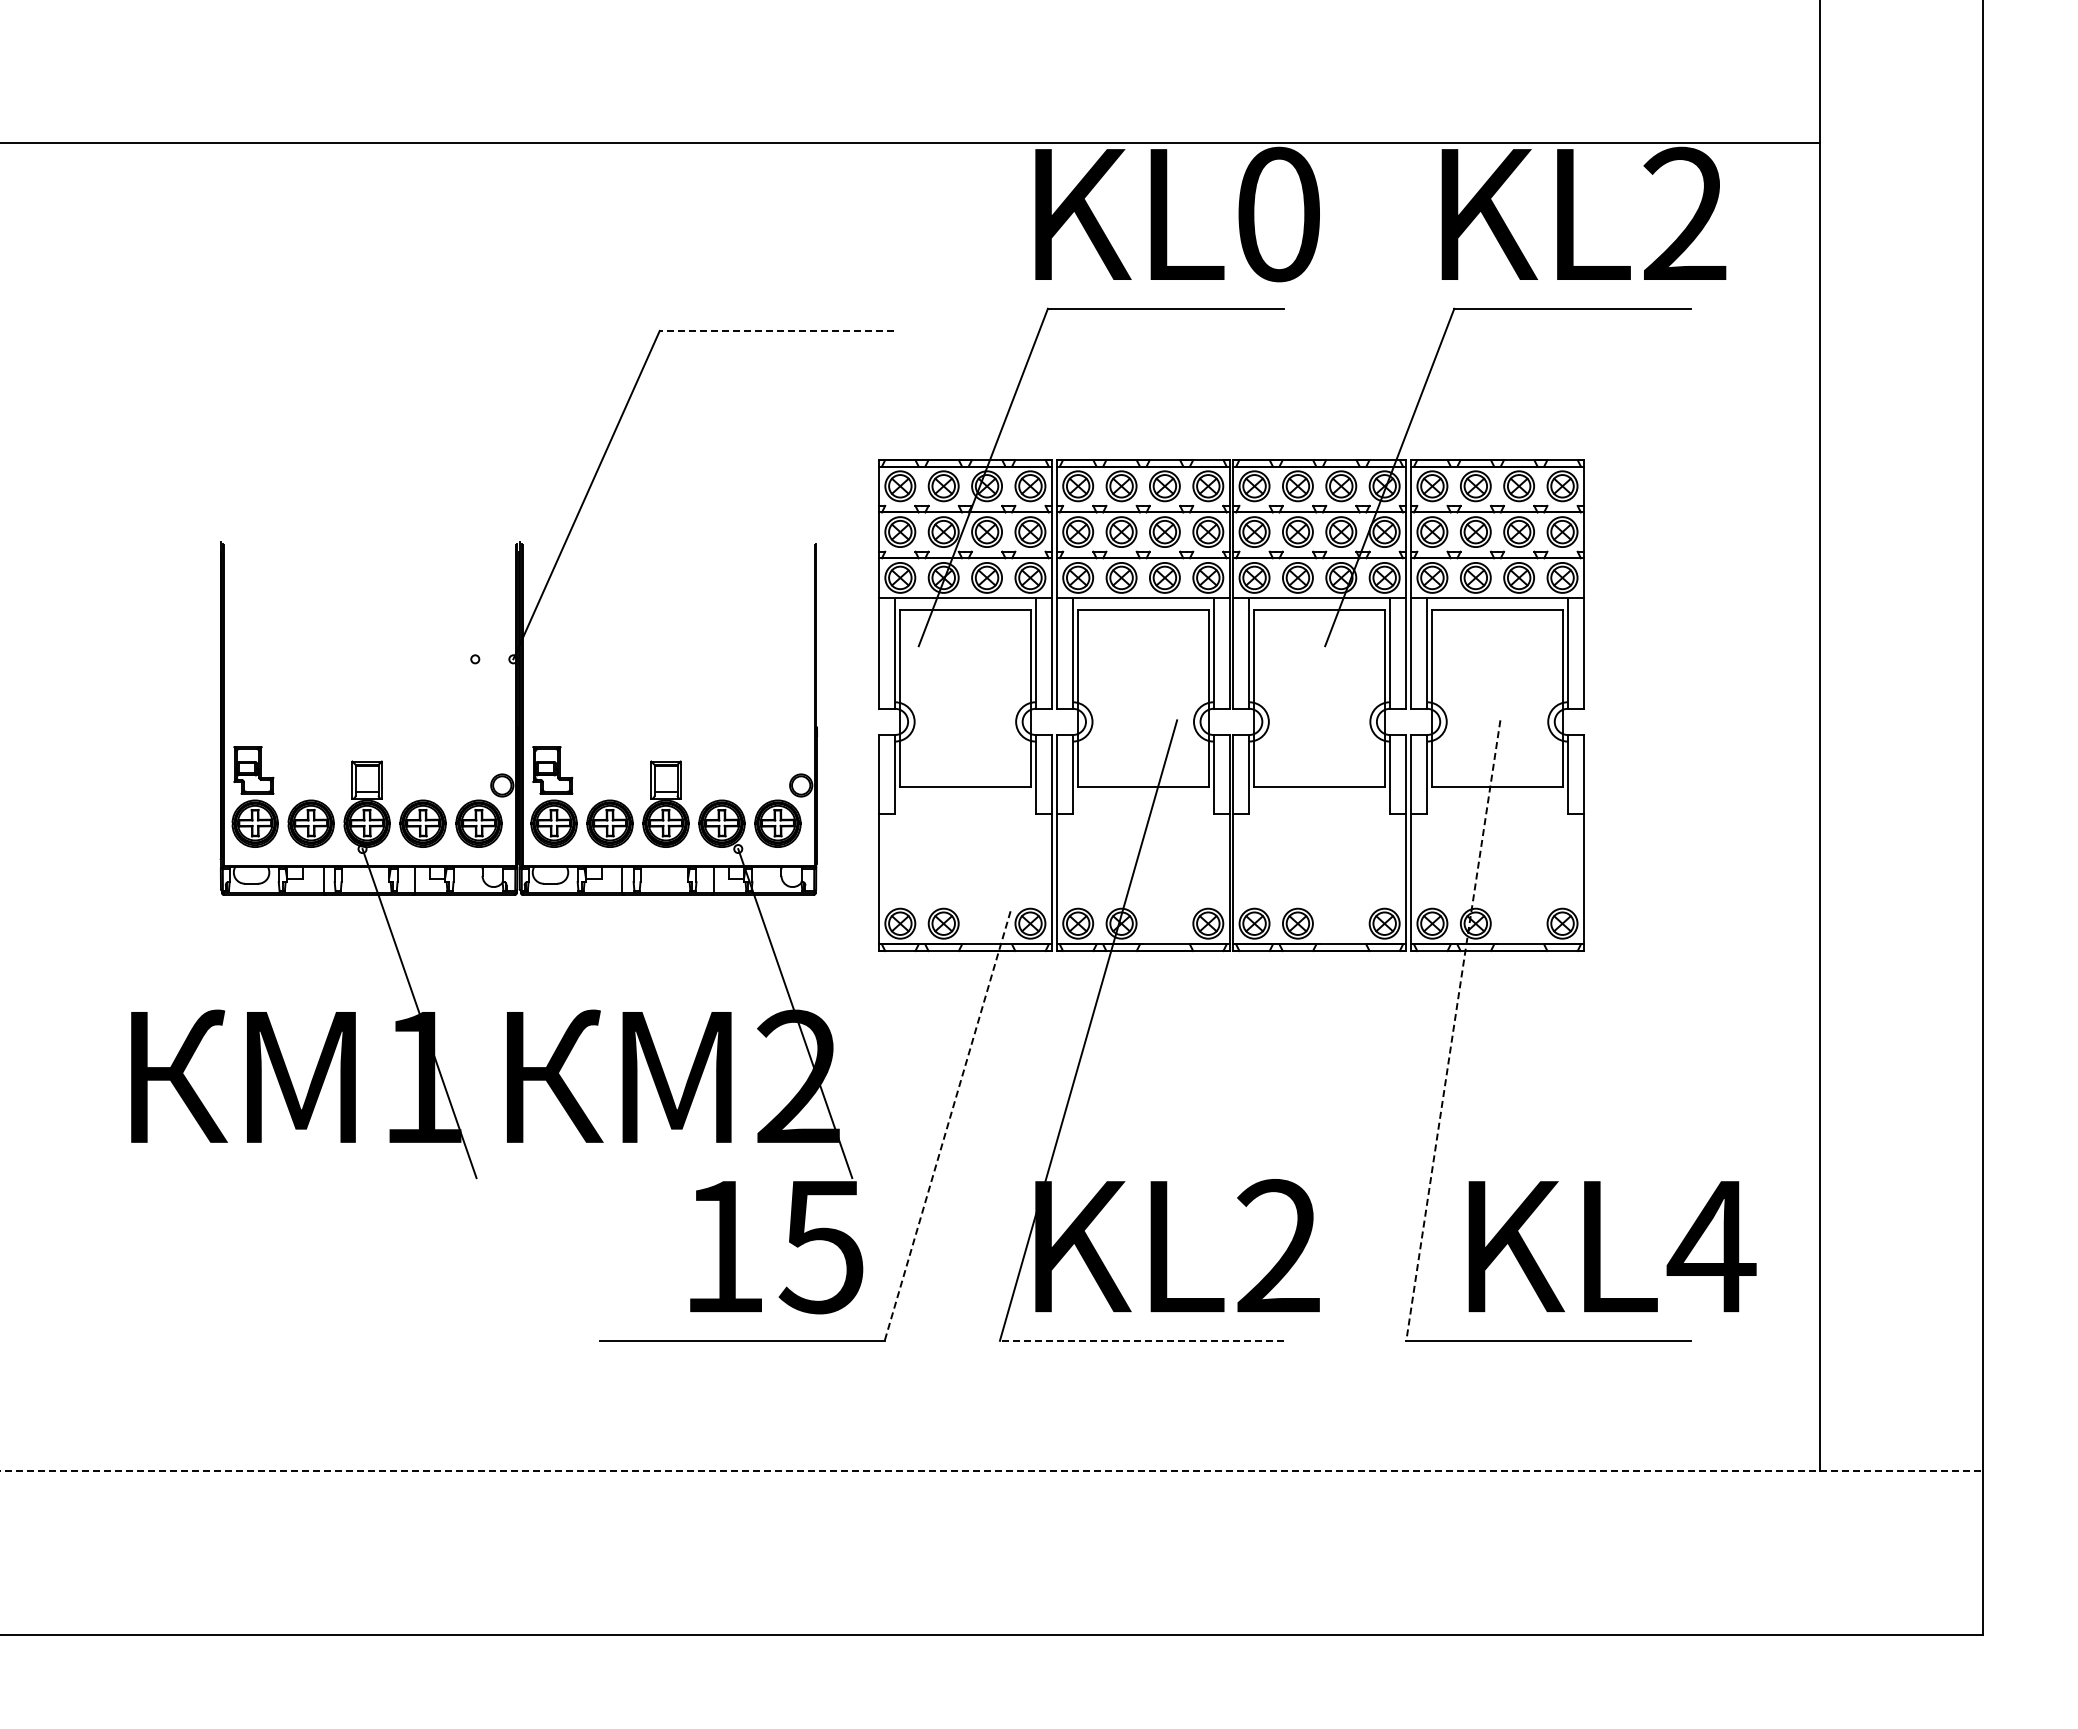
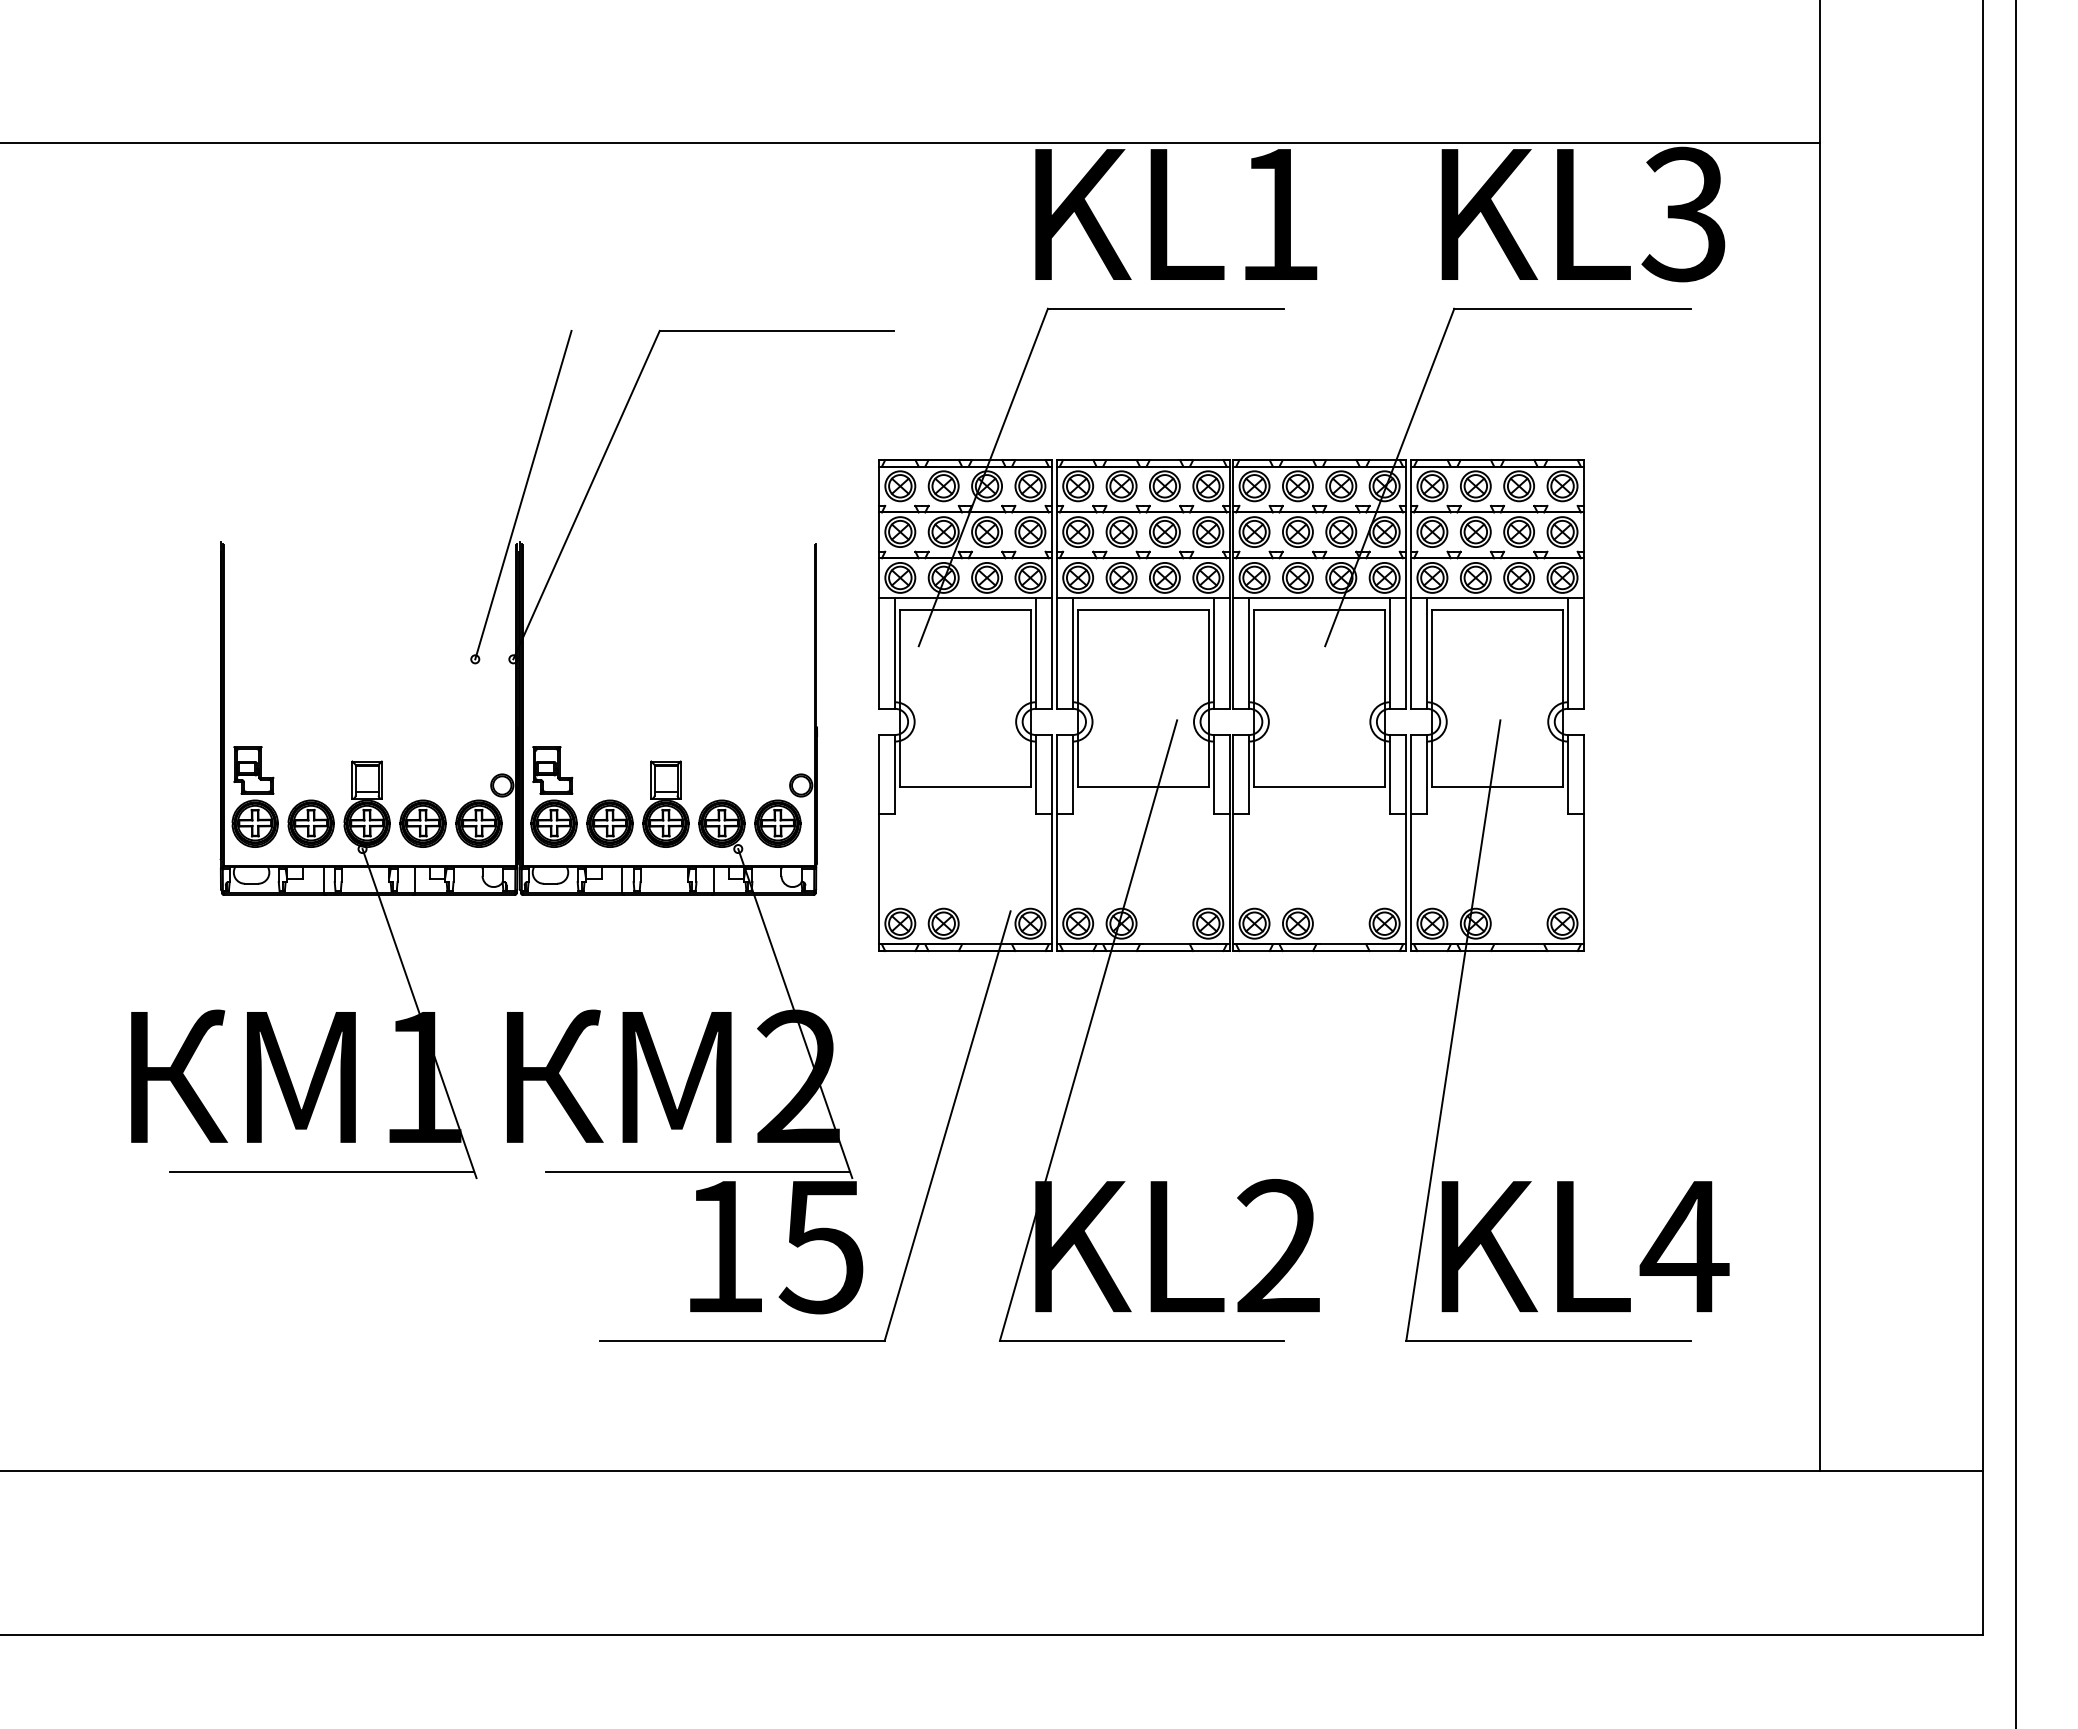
text at (1278, 214): KL0 -> KL1
text at (1683, 214): KL2 -> KL3
line at (776, 330): dashed -> solid
line at (523, 494): none -> present
line at (2015, 863): none -> present
line at (1453, 1030): dashed -> solid
line at (947, 1126): dashed -> solid
line at (322, 1171): none -> present
line at (697, 1171): none -> present
text at (1612, 1246) position: (1612, 1246) -> (1585, 1246)
line at (1141, 1340): dashed -> solid
line at (992, 1471): dashed -> solid
